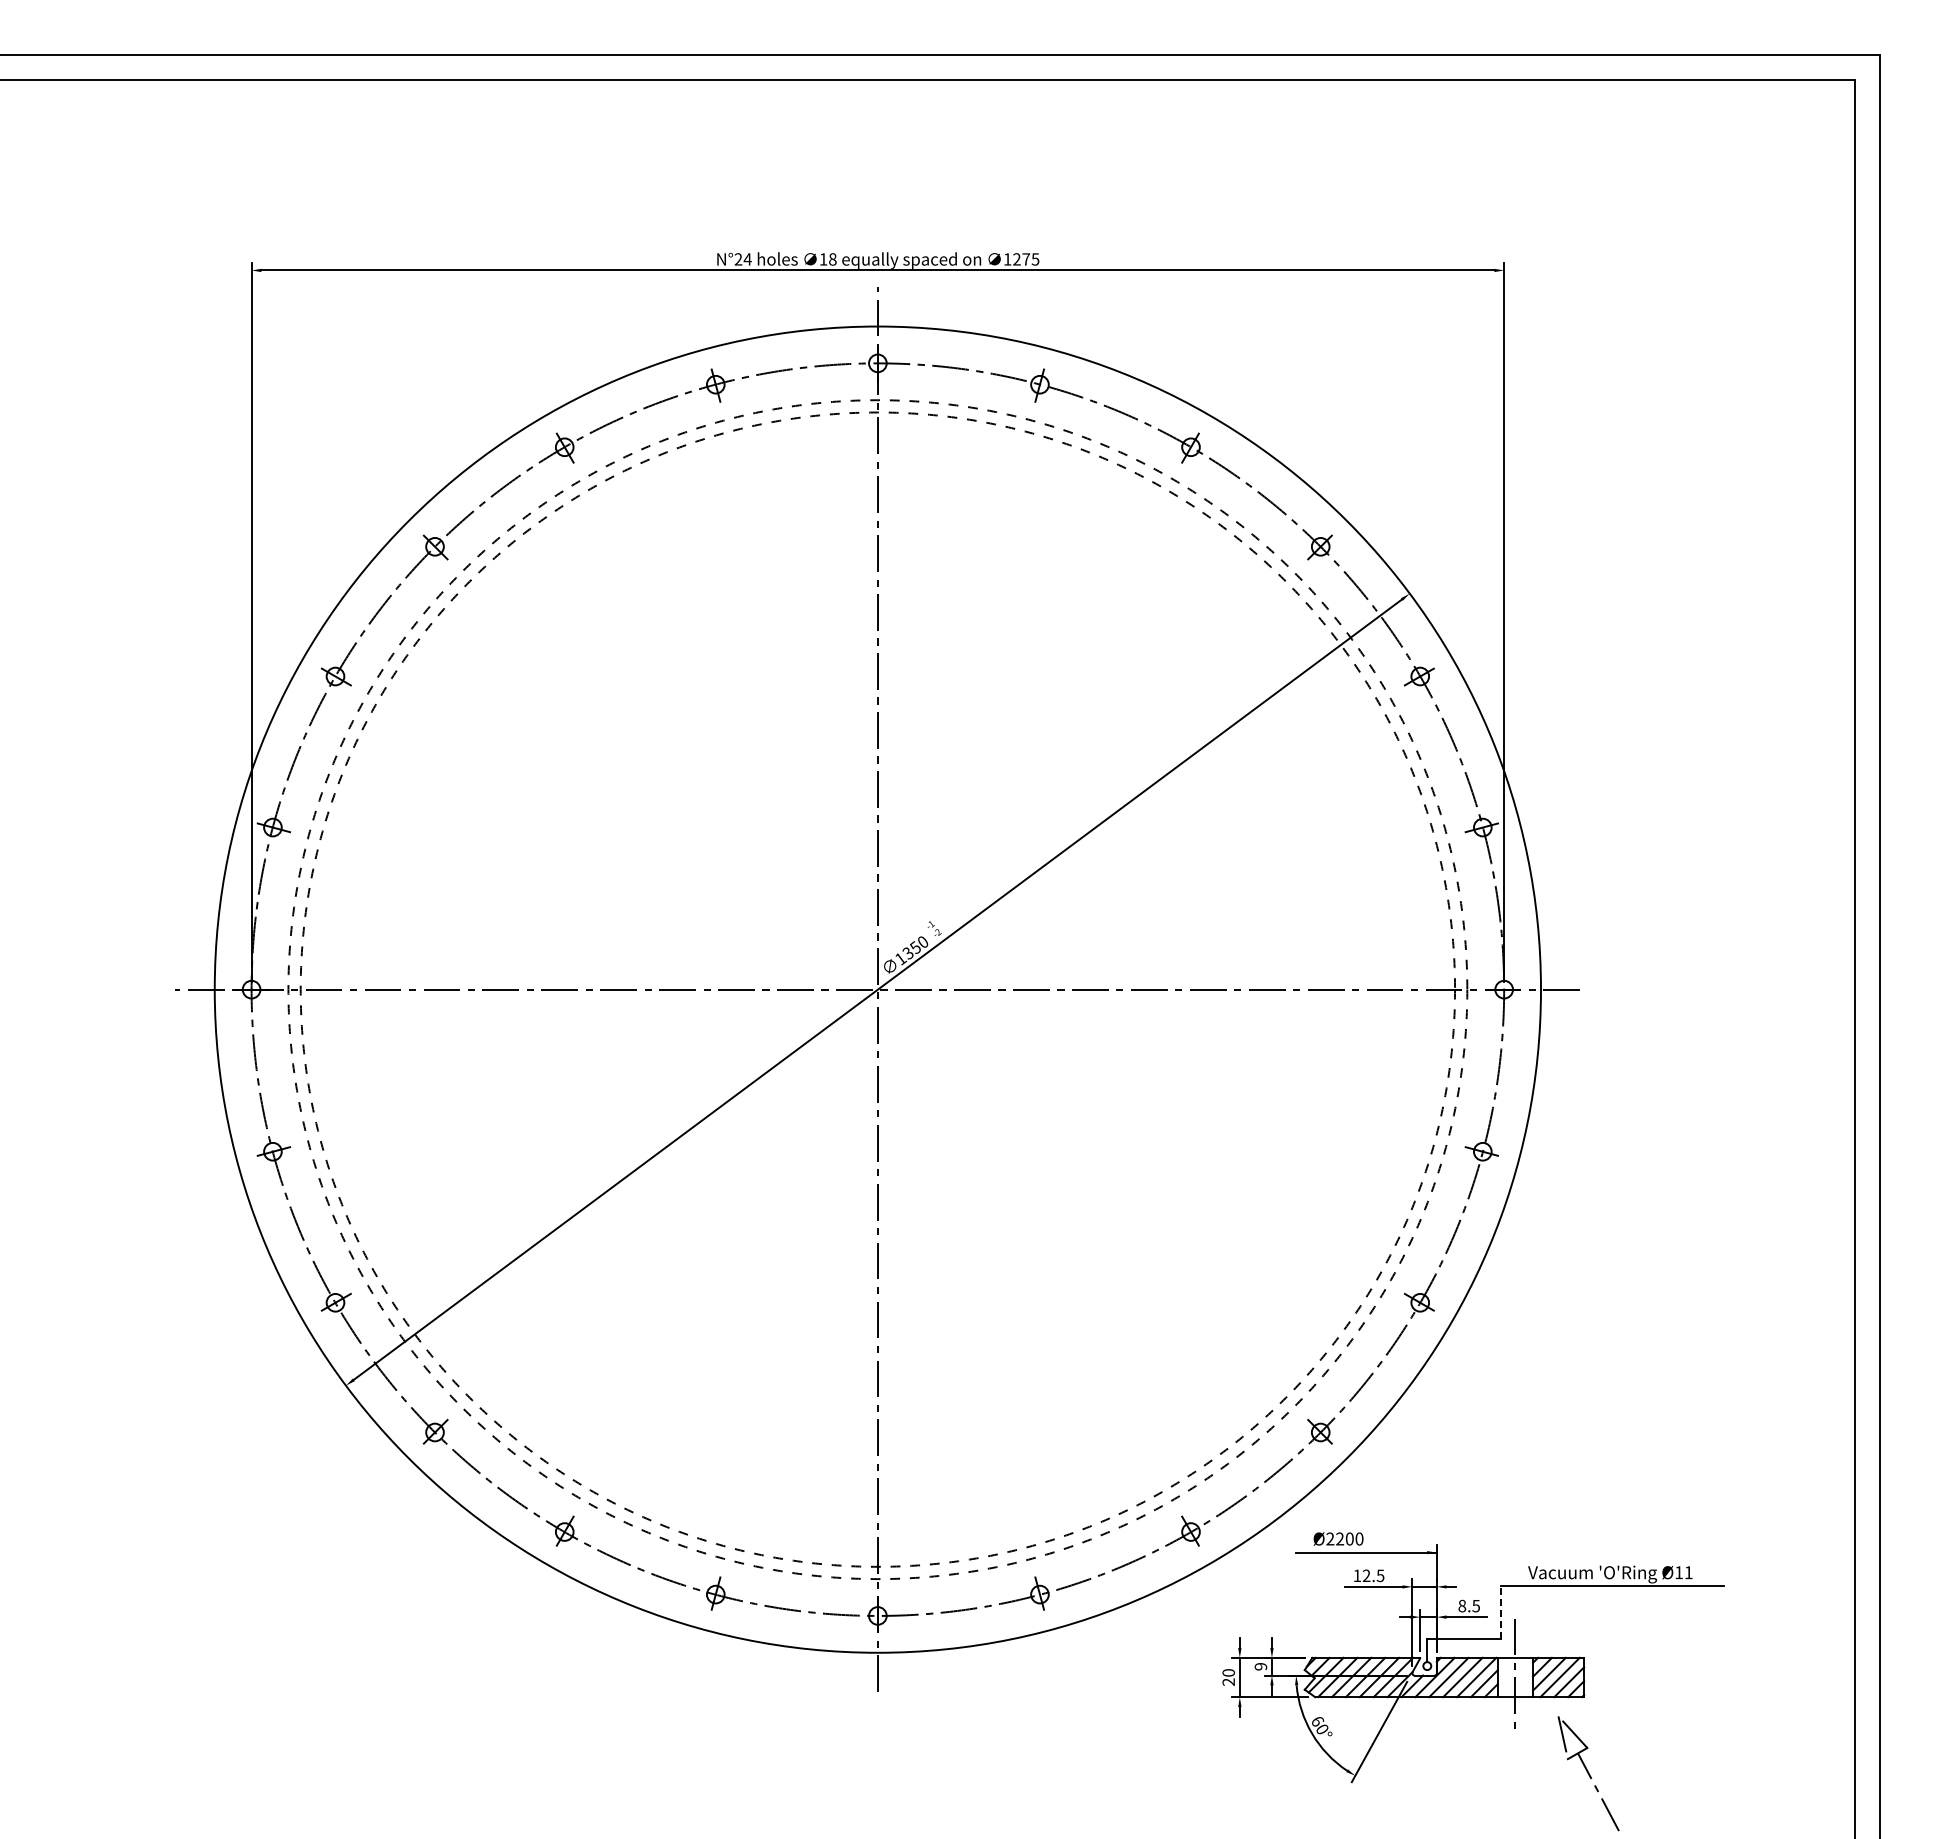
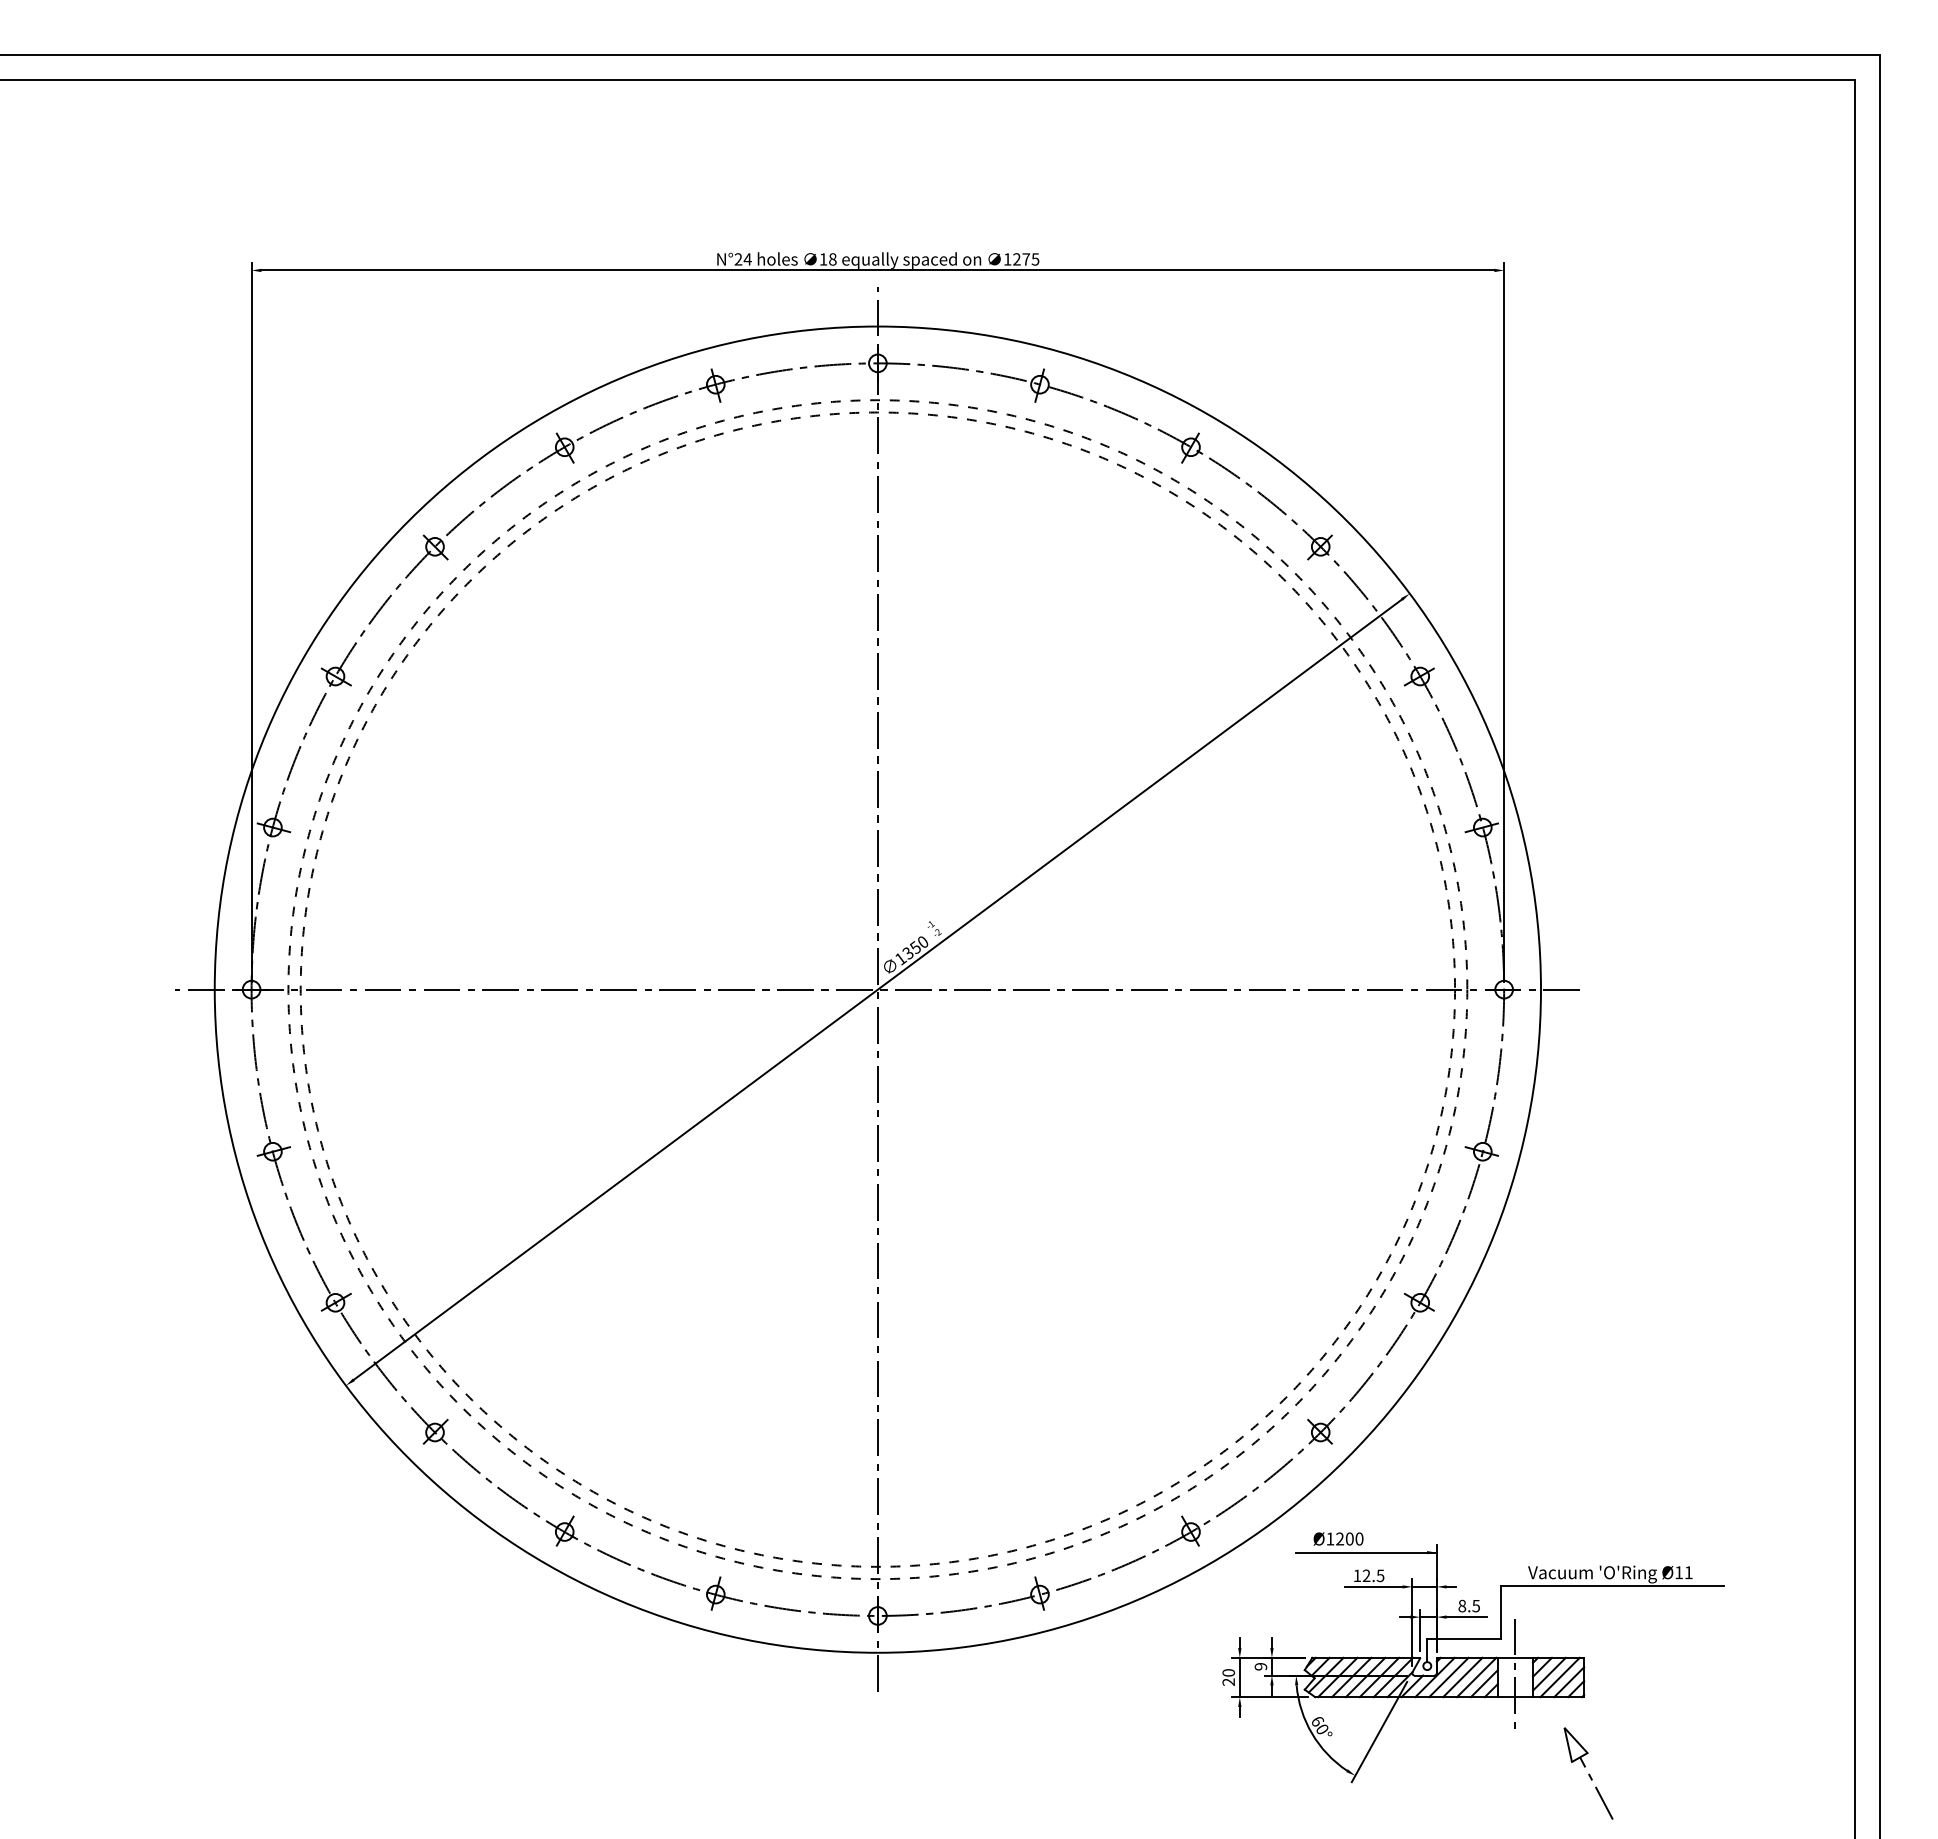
text at (1330, 1538): Ø2200 -> Ø1200
line at (1501, 1612): dashed -> solid
part at (1588, 1773) size: 63x116 px -> 51x93 px
